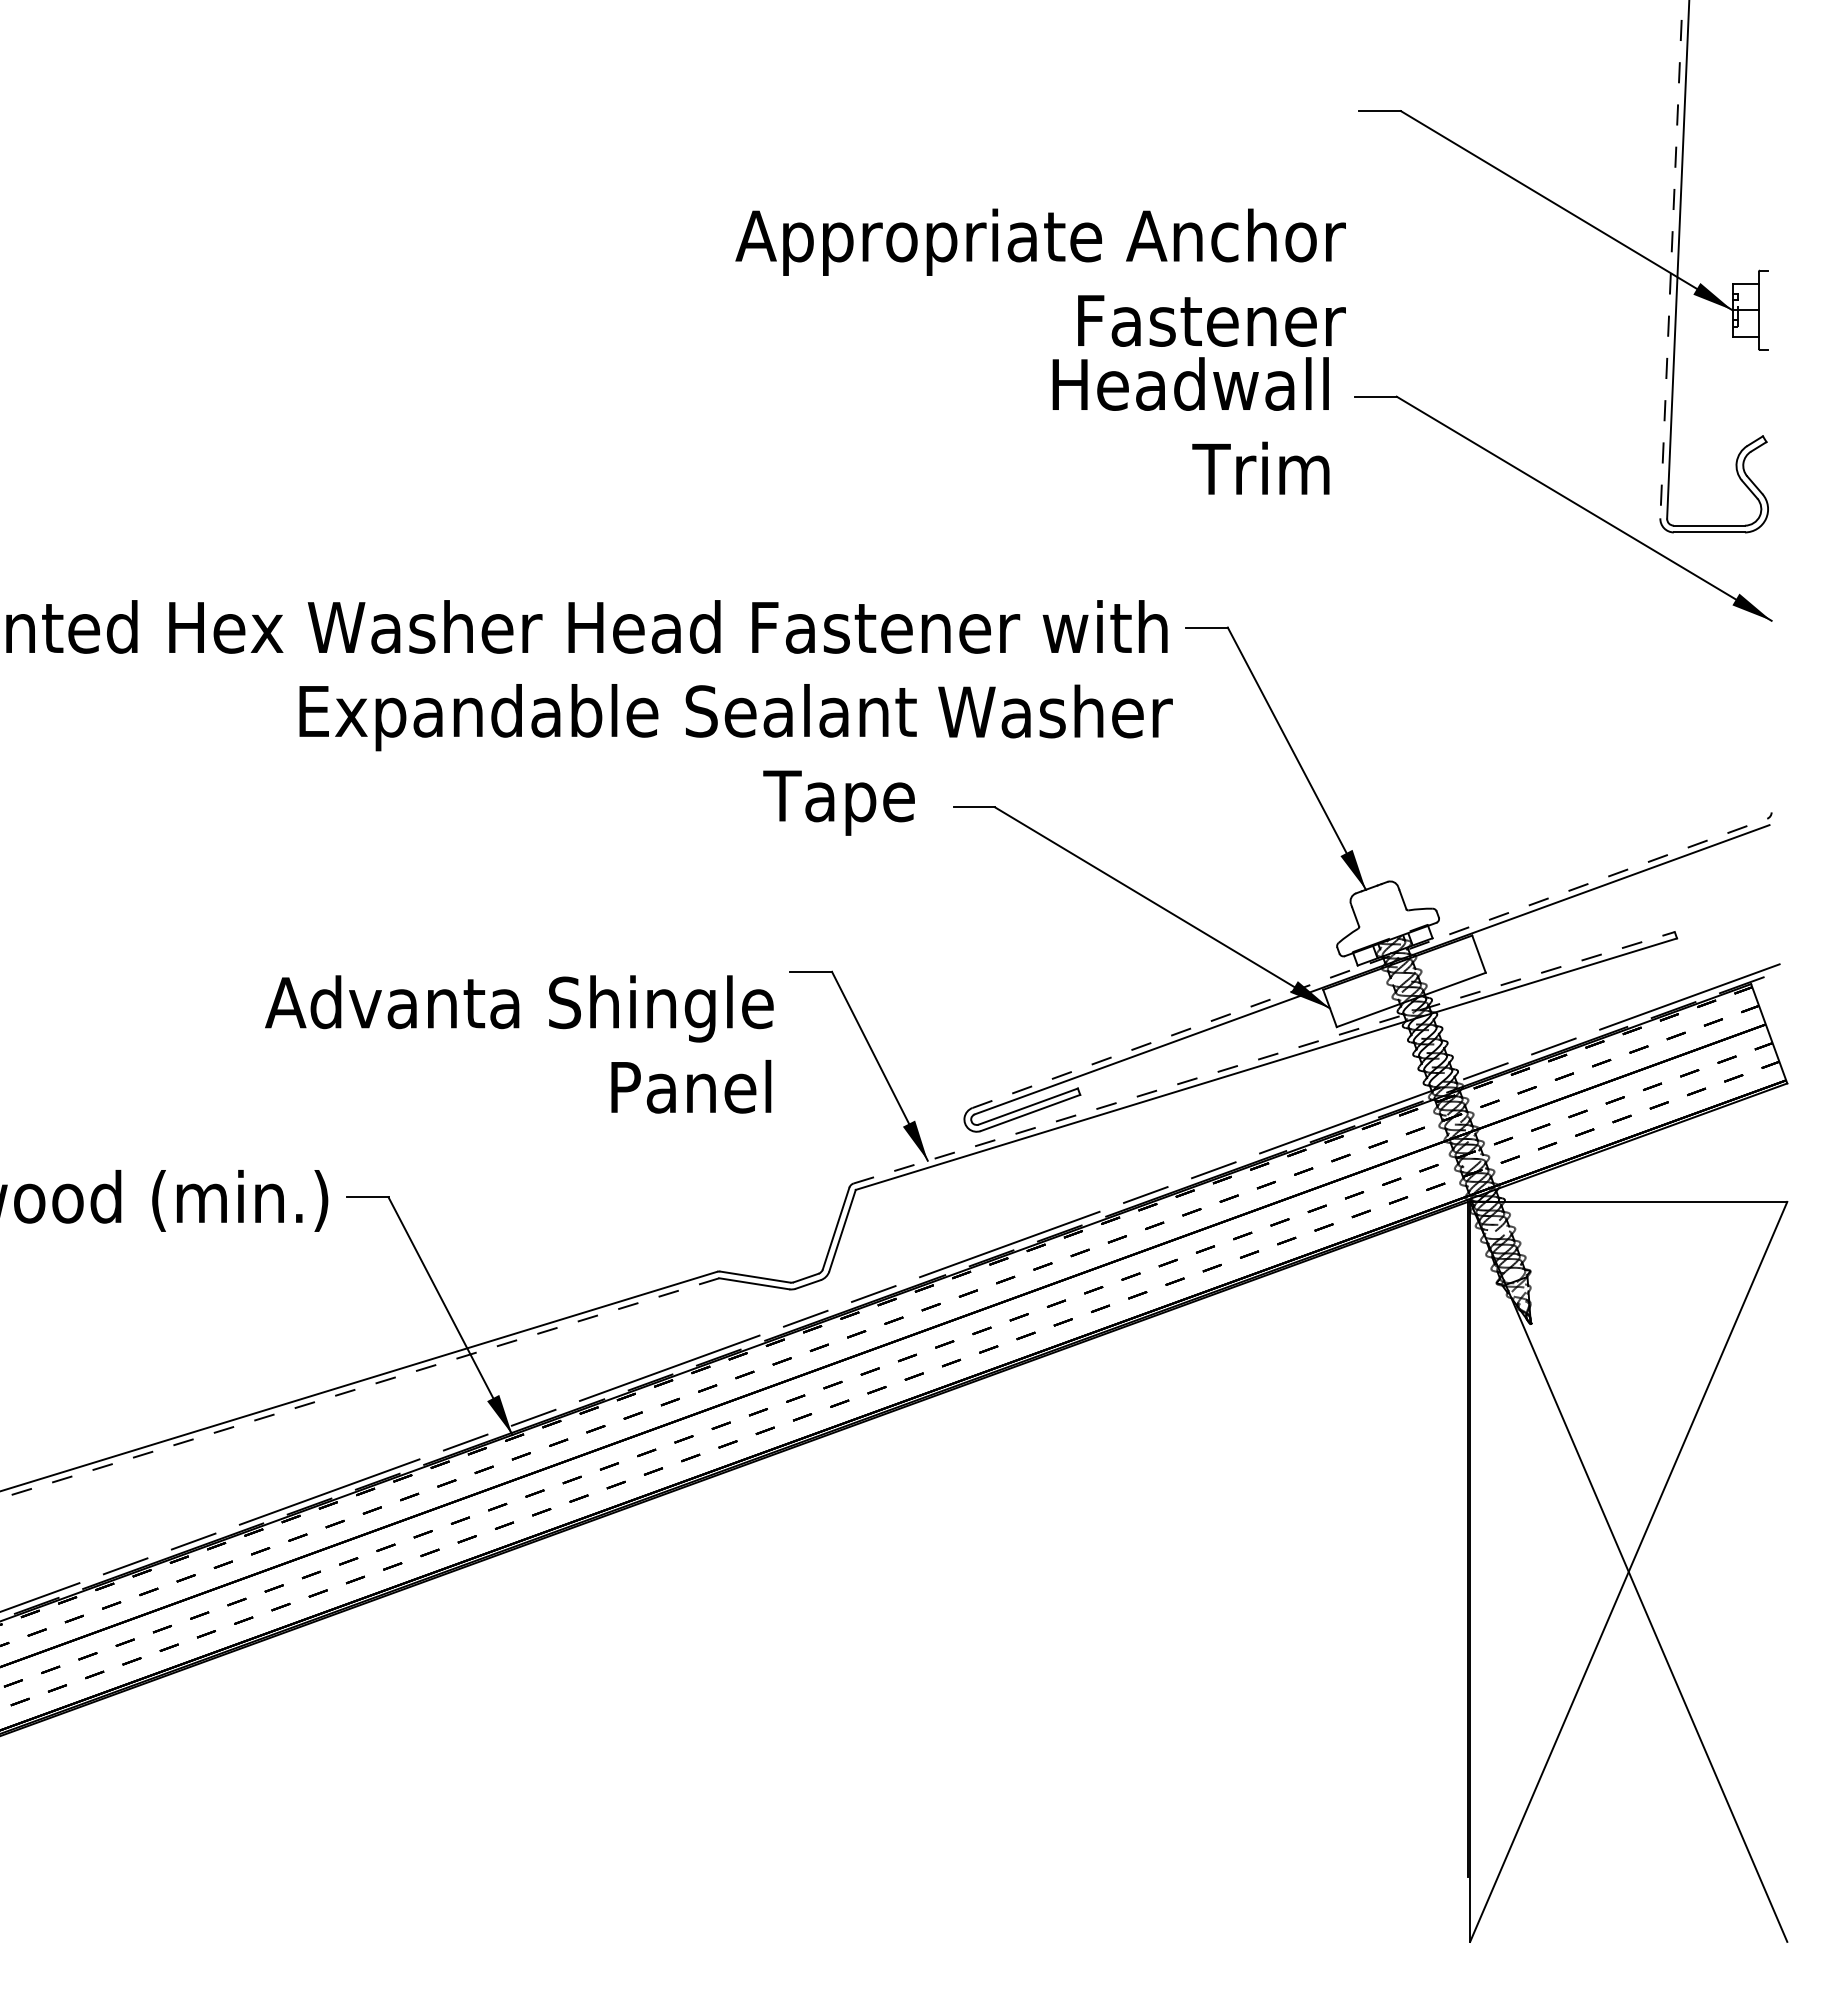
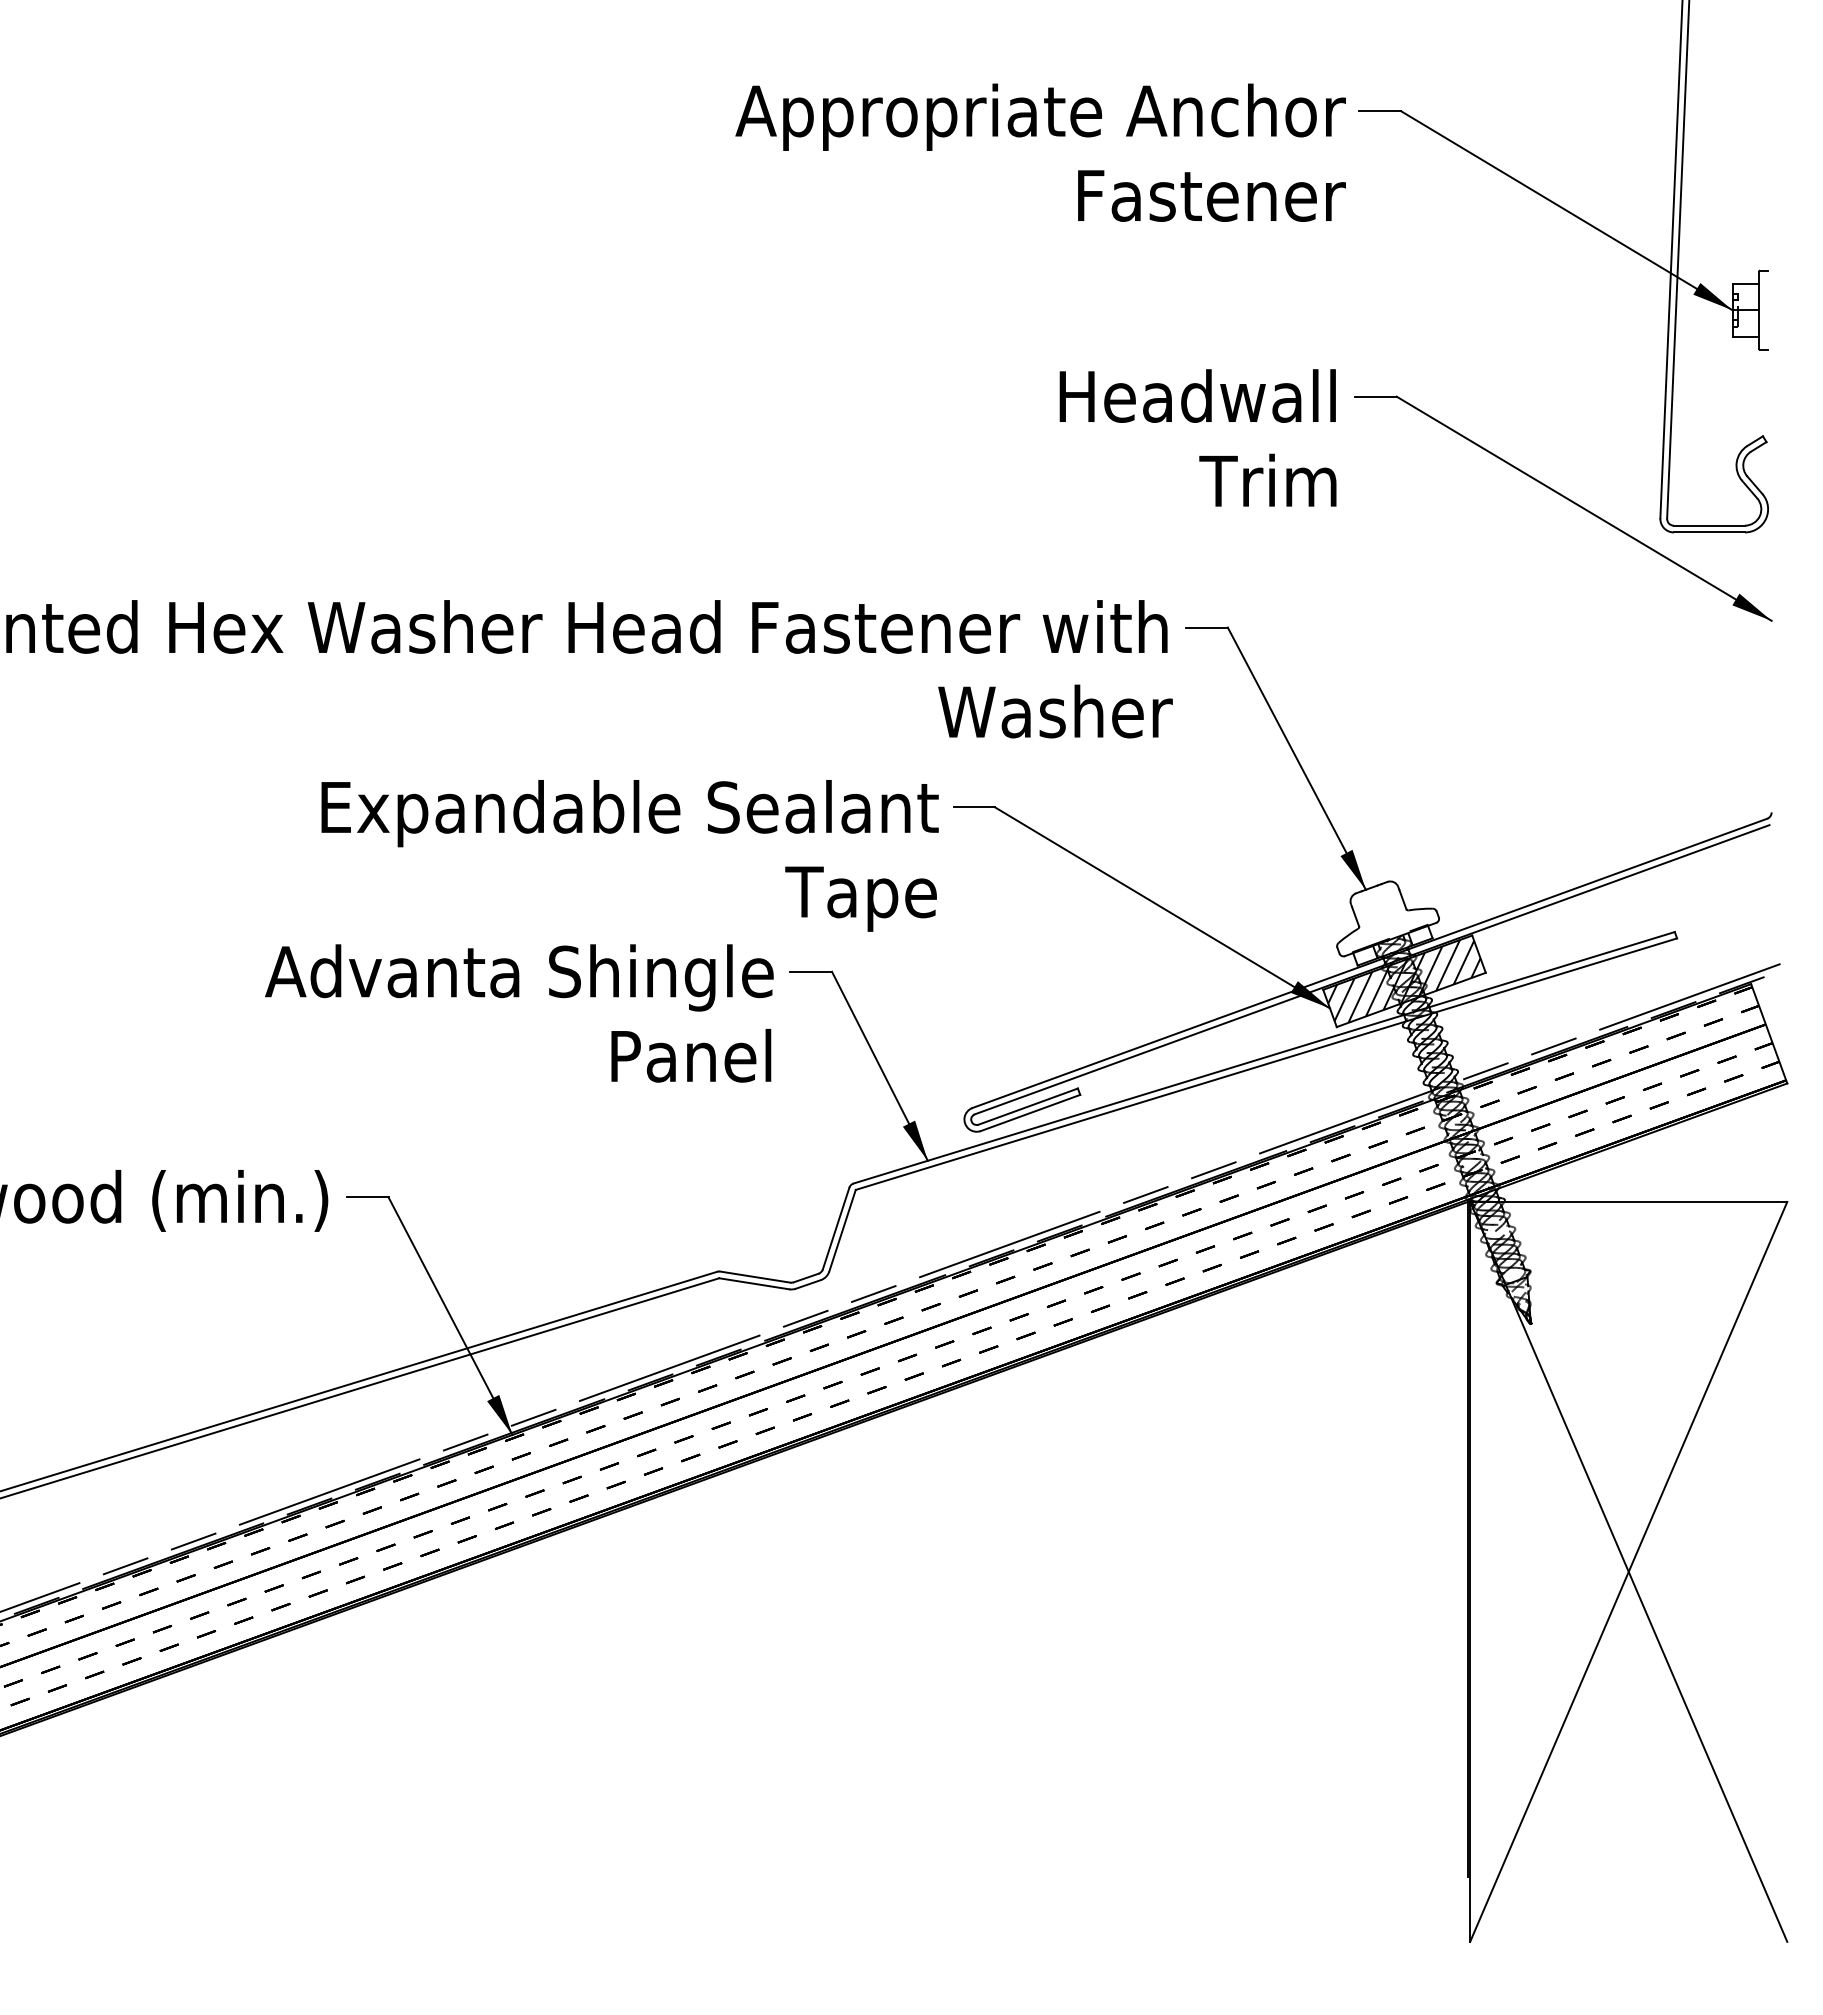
line at (1671, 259): dashed -> solid
text at (1040, 277) position: (1040, 277) -> (1040, 152)
text at (1190, 425) position: (1190, 425) -> (1197, 437)
text at (607, 759) position: (607, 759) -> (629, 855)
line at (1369, 963): dashed -> solid
hatch at (1404, 981): none -> present
text at (519, 1044) position: (519, 1044) -> (519, 1013)
line at (1264, 1057): dashed -> solid
line at (359, 1388): dashed -> solid
